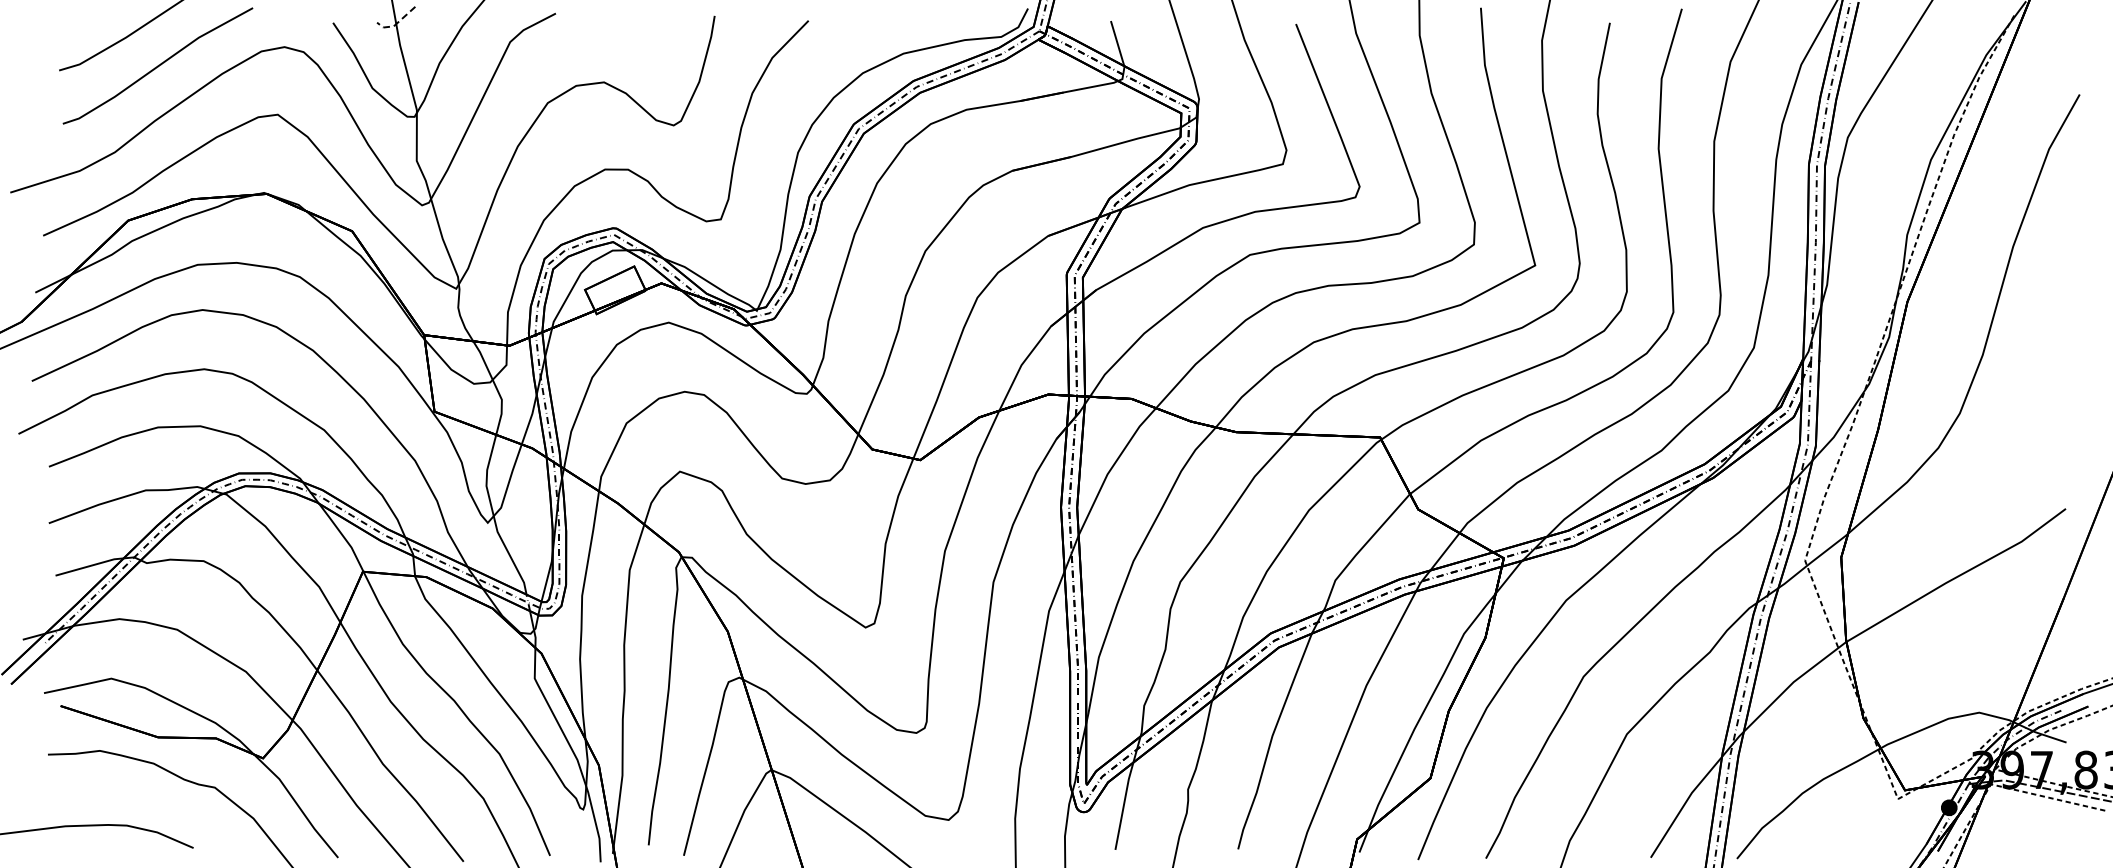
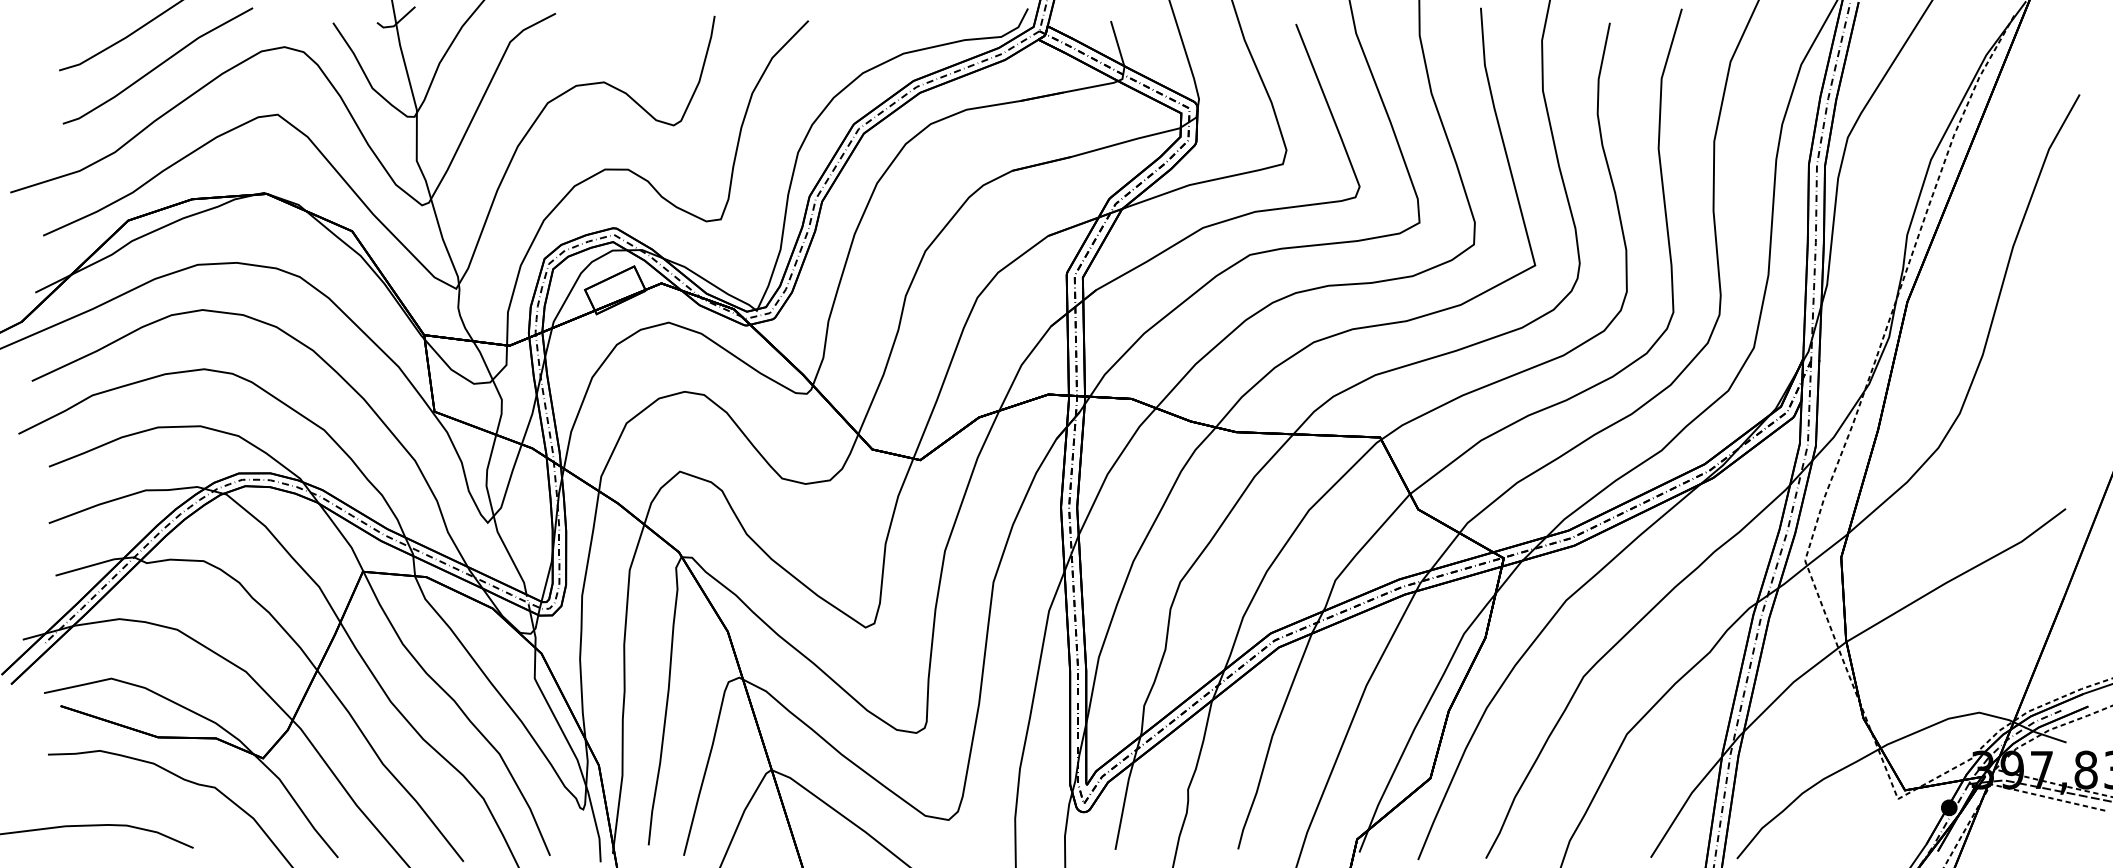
line at (396, 23): dashed -> solid
